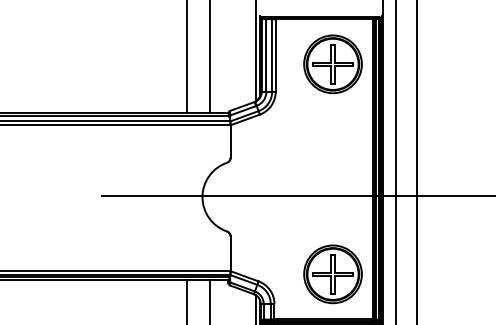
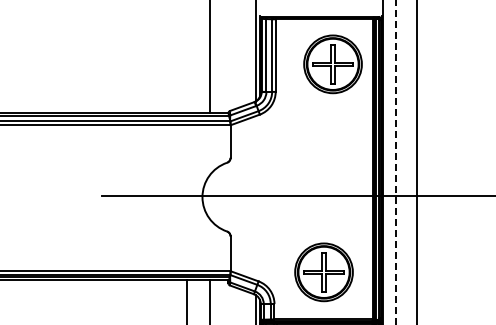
line at (187, 57): present -> none
line at (396, 162): solid -> dashed
part at (332, 274) position: (332, 274) -> (323, 272)
